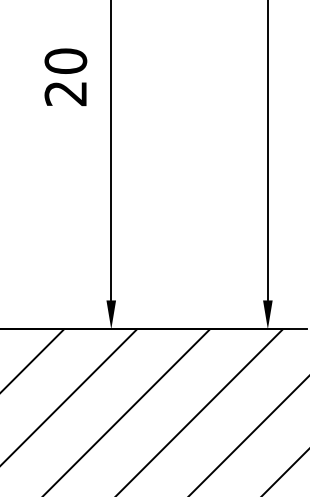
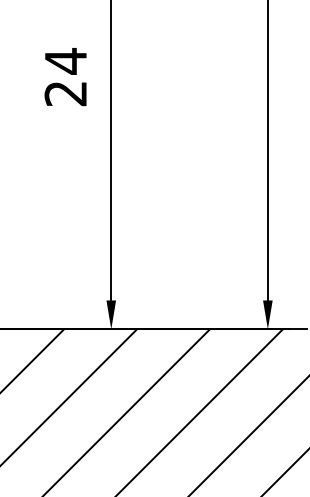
text at (65, 61): 20 -> 24
